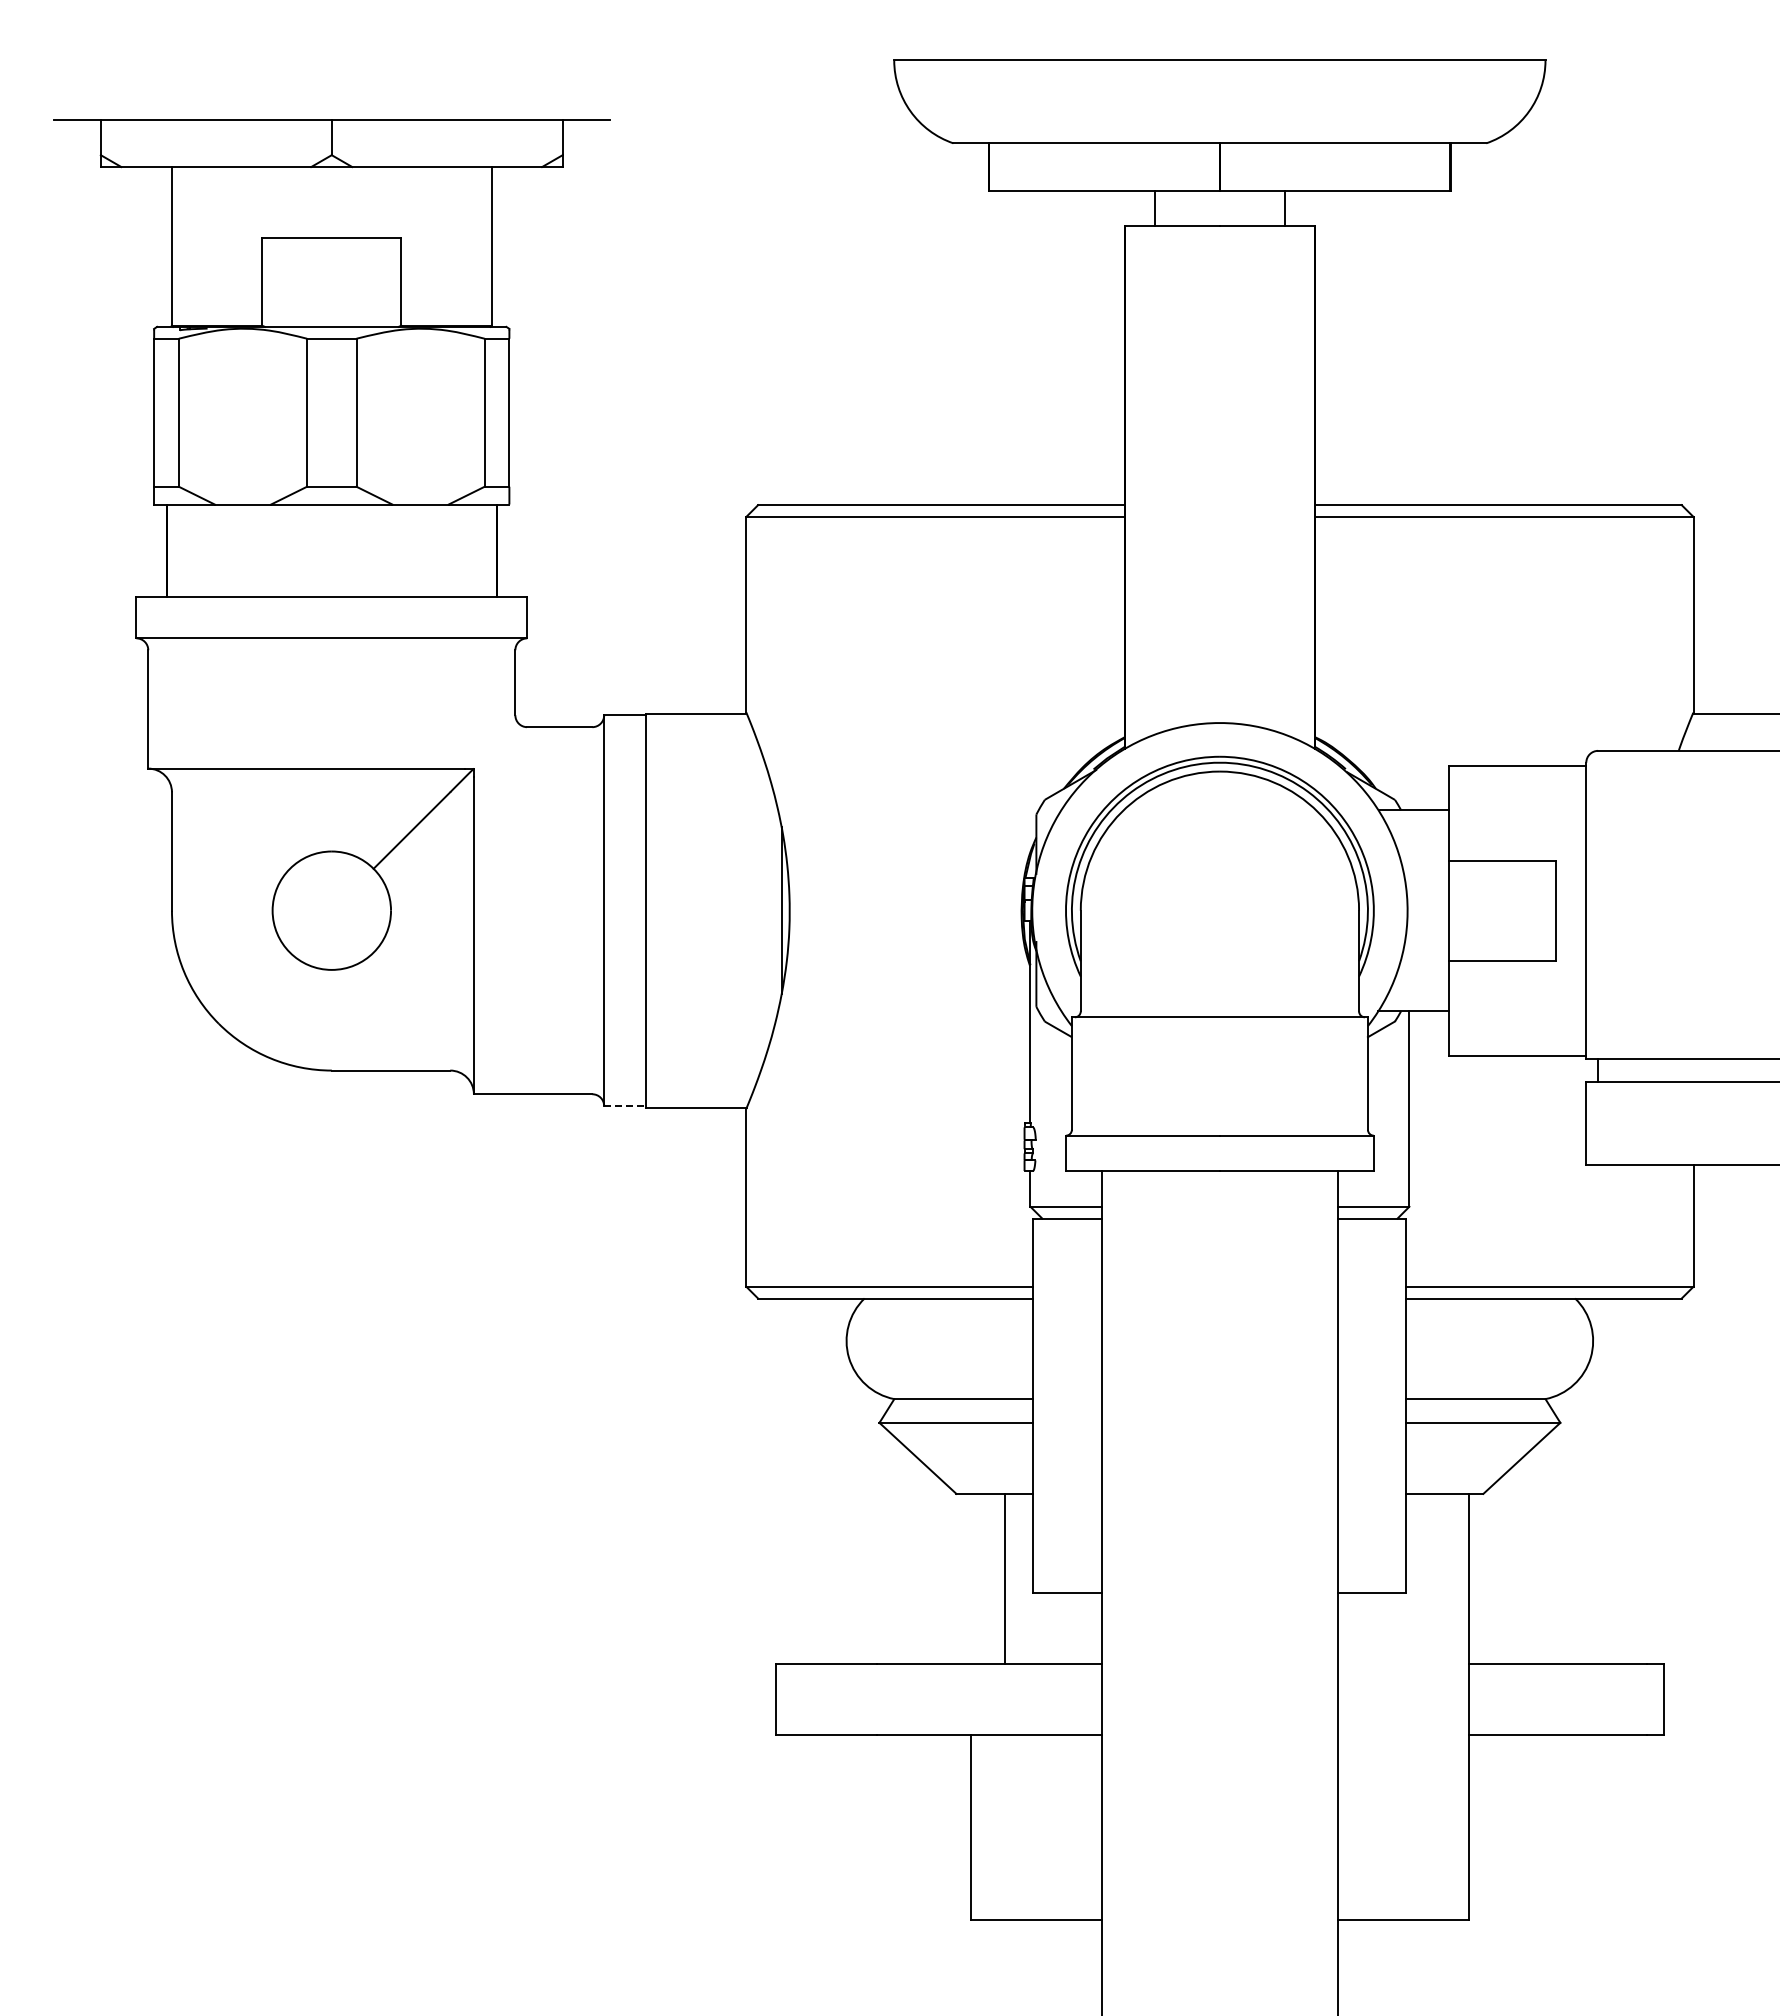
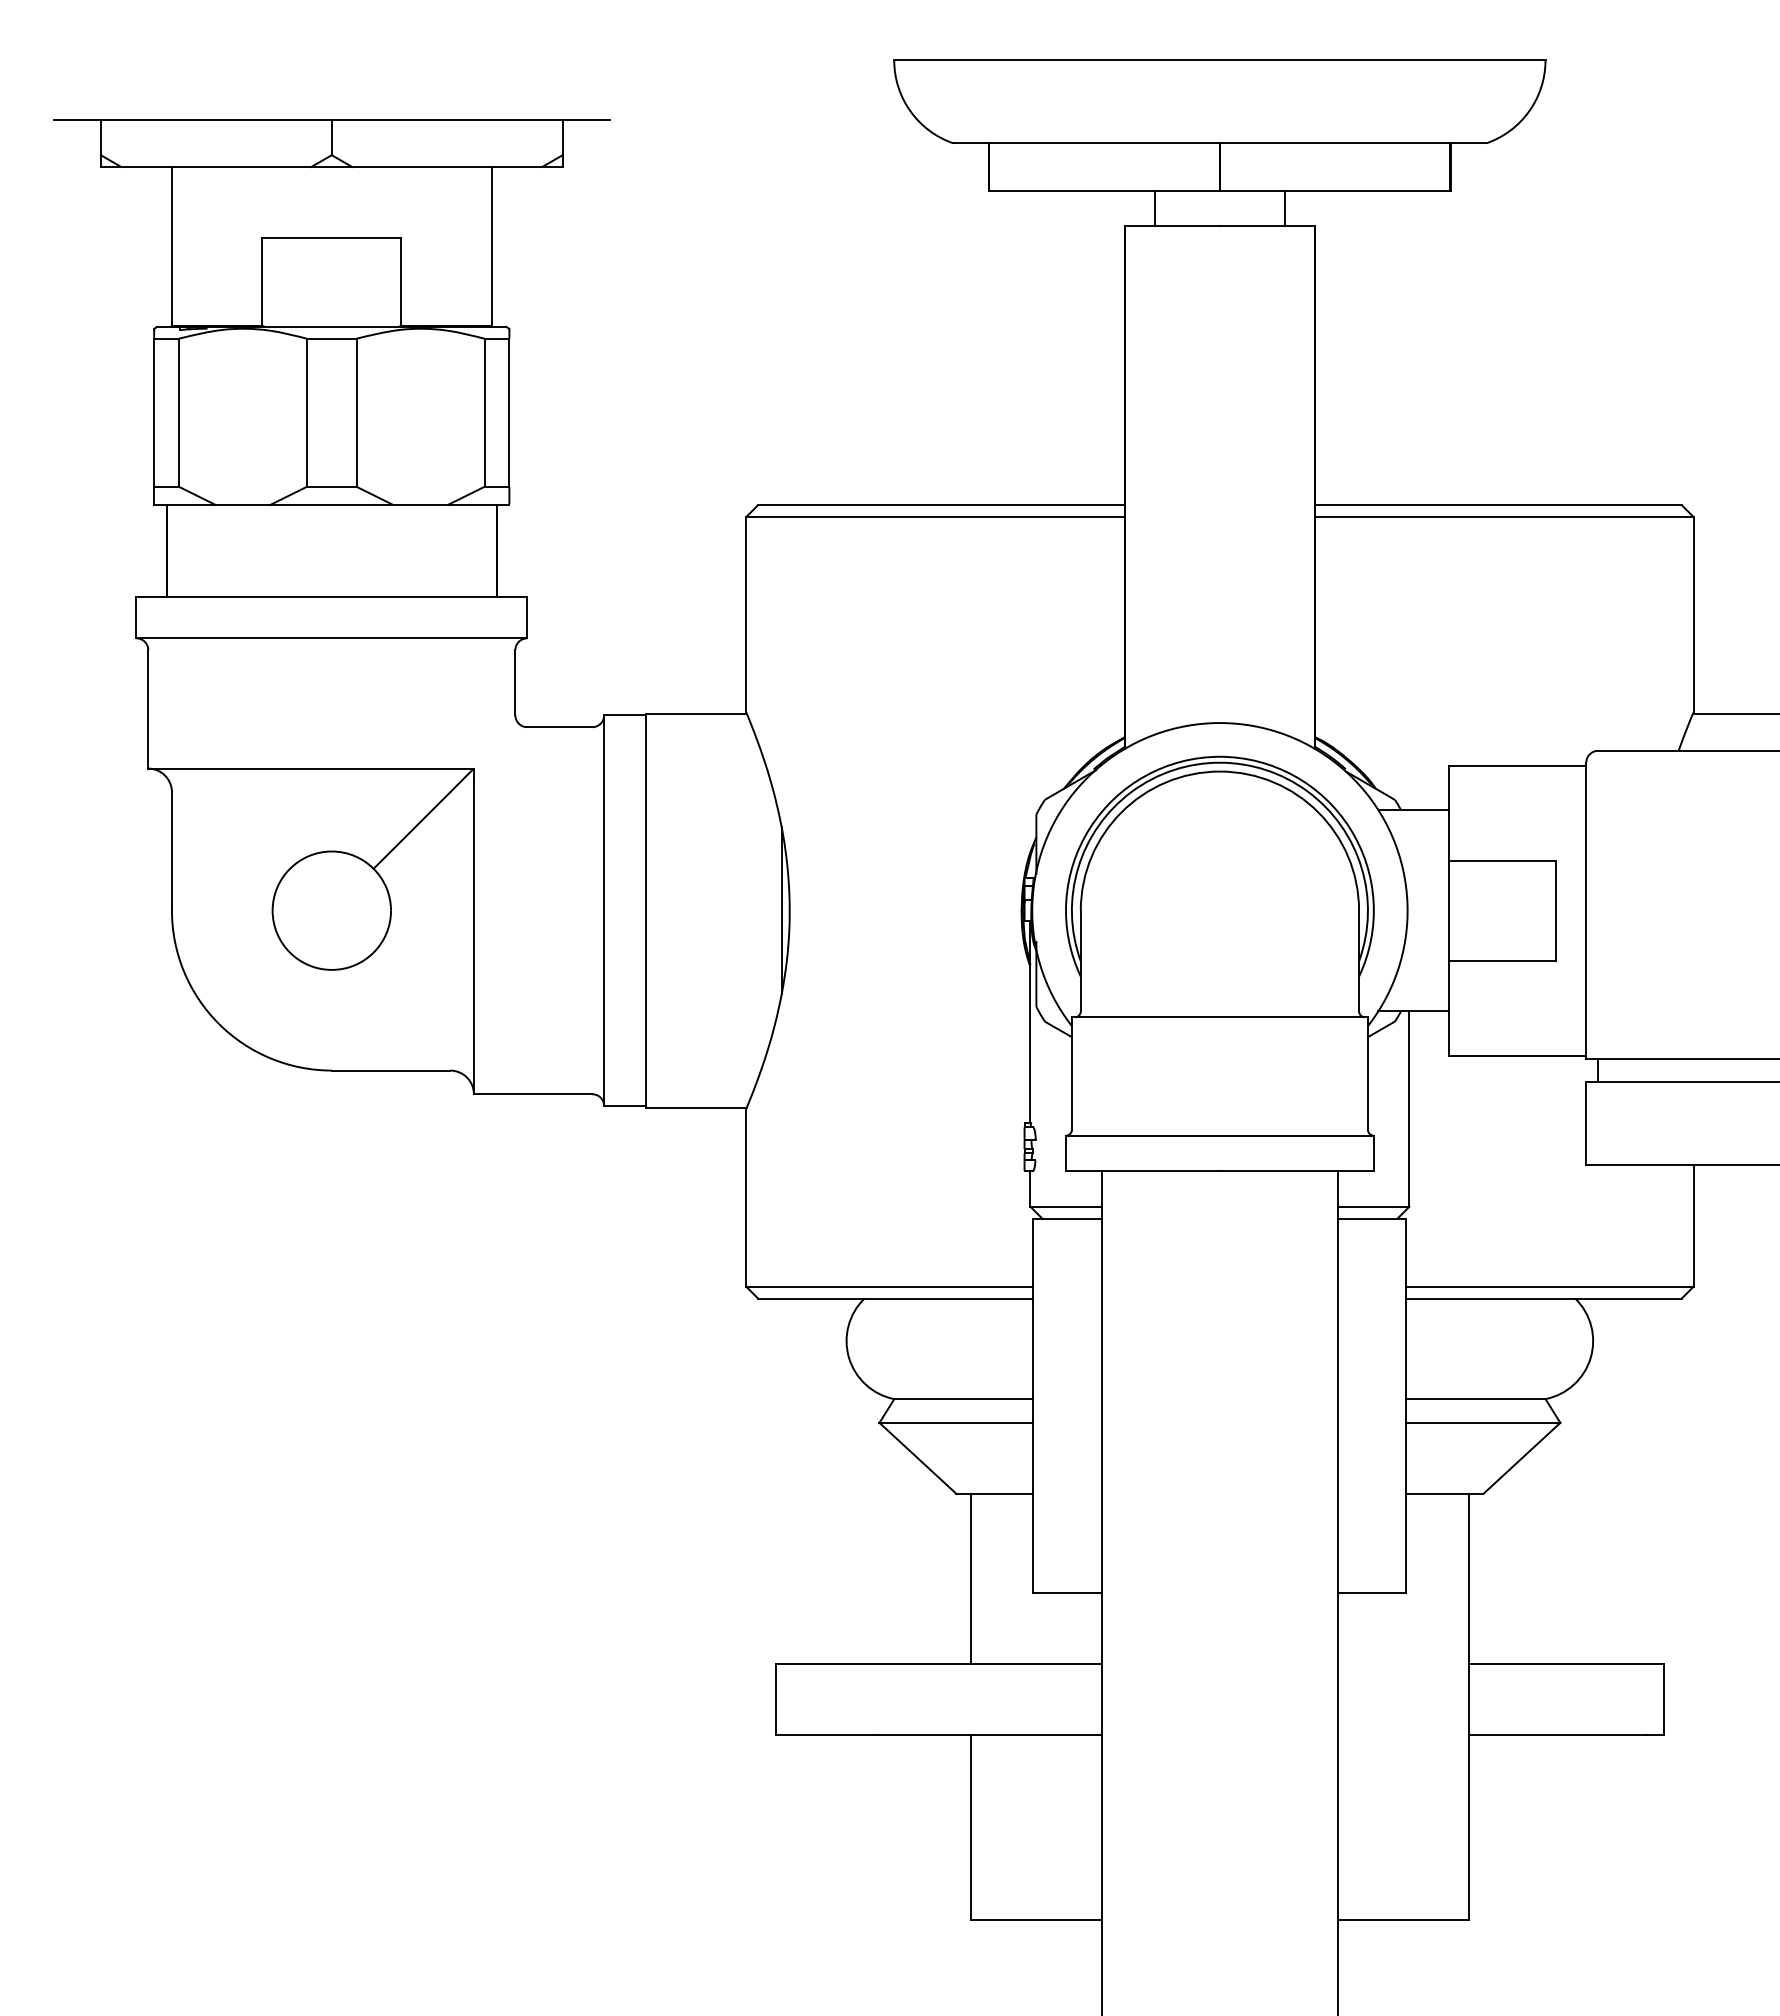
line at (624, 1106): dashed -> solid
line at (1005, 1578) position: (1005, 1578) -> (971, 1578)
